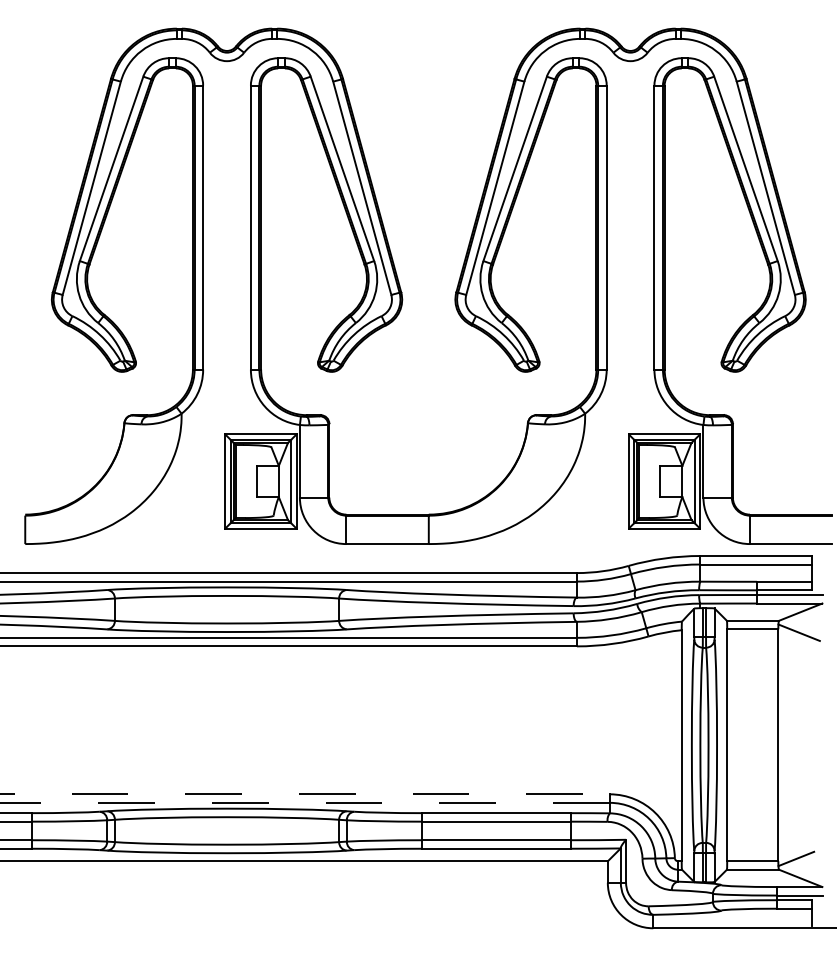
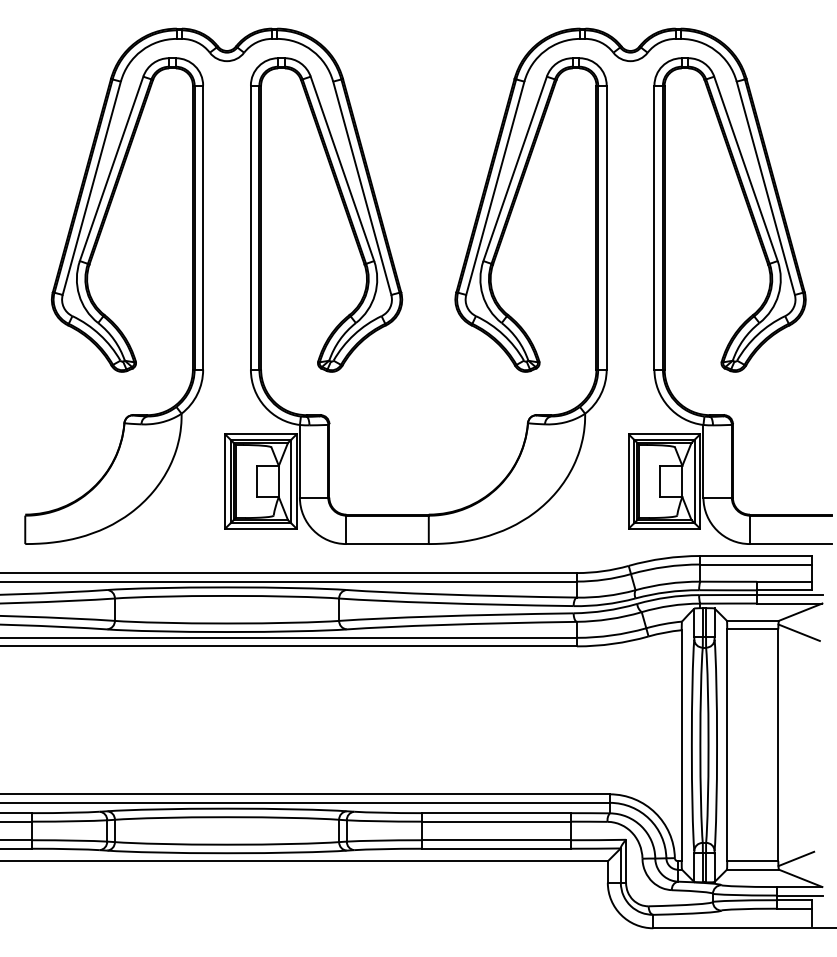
line at (304, 794): dashed -> solid
line at (304, 802): dashed -> solid
